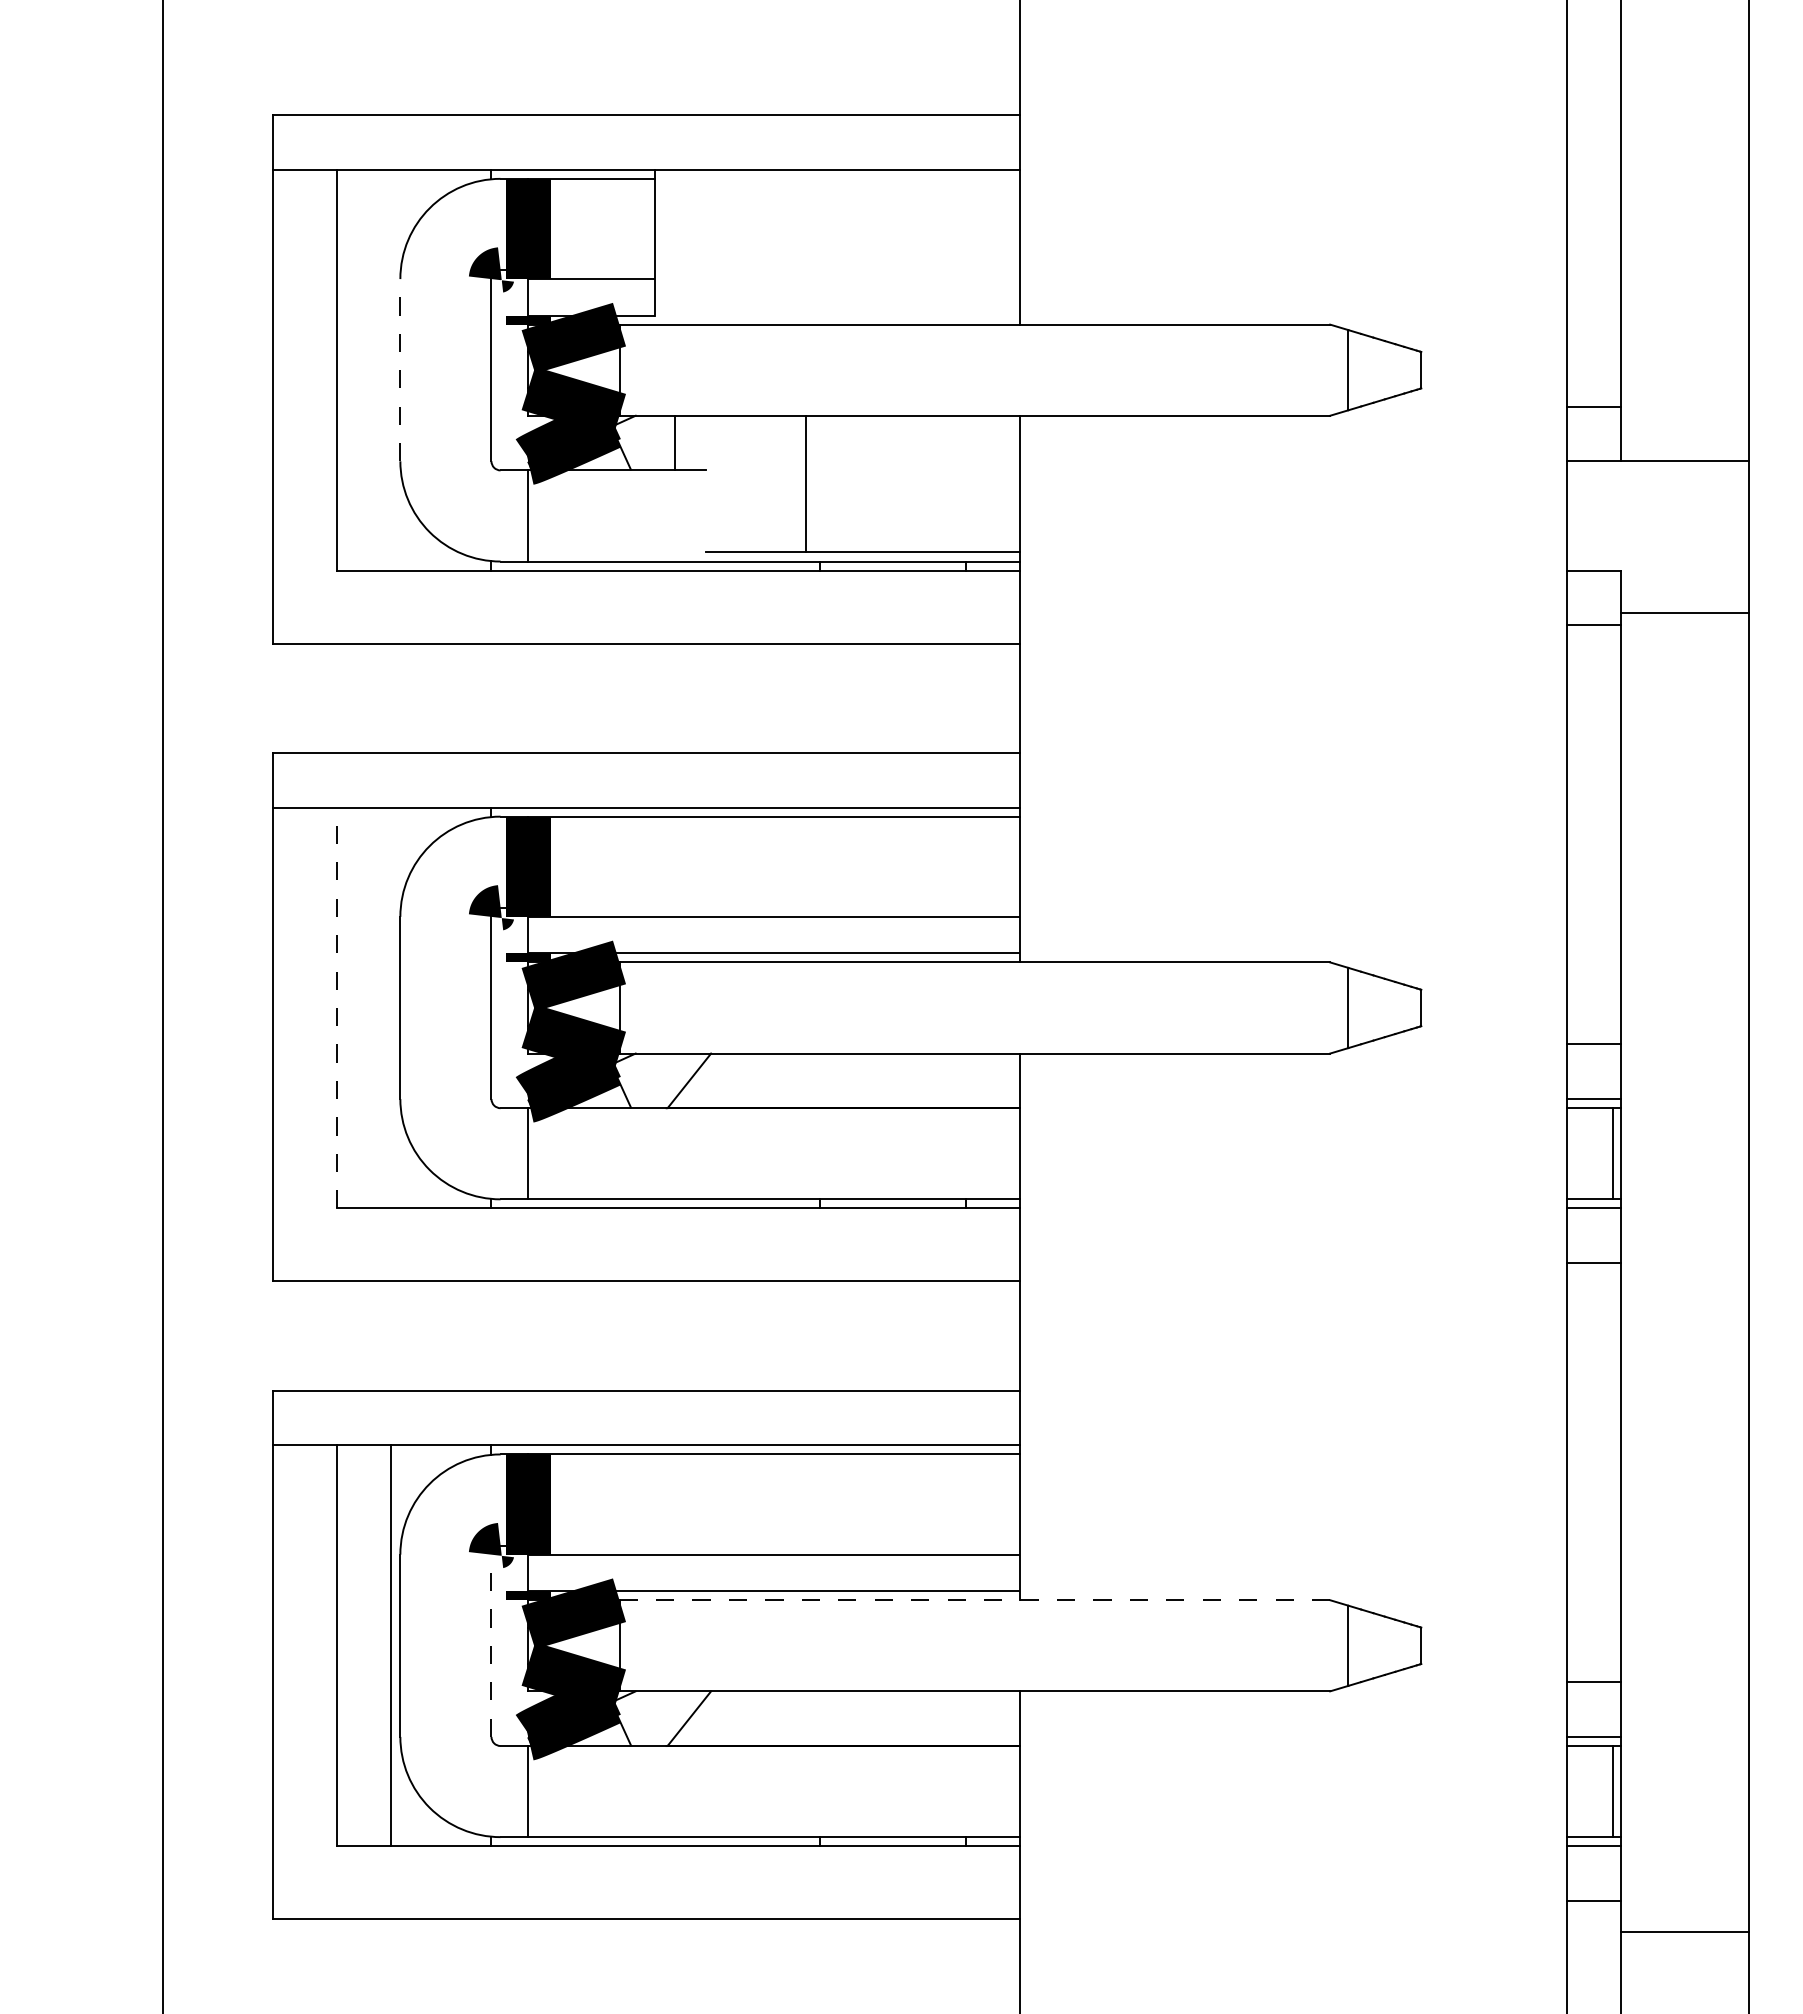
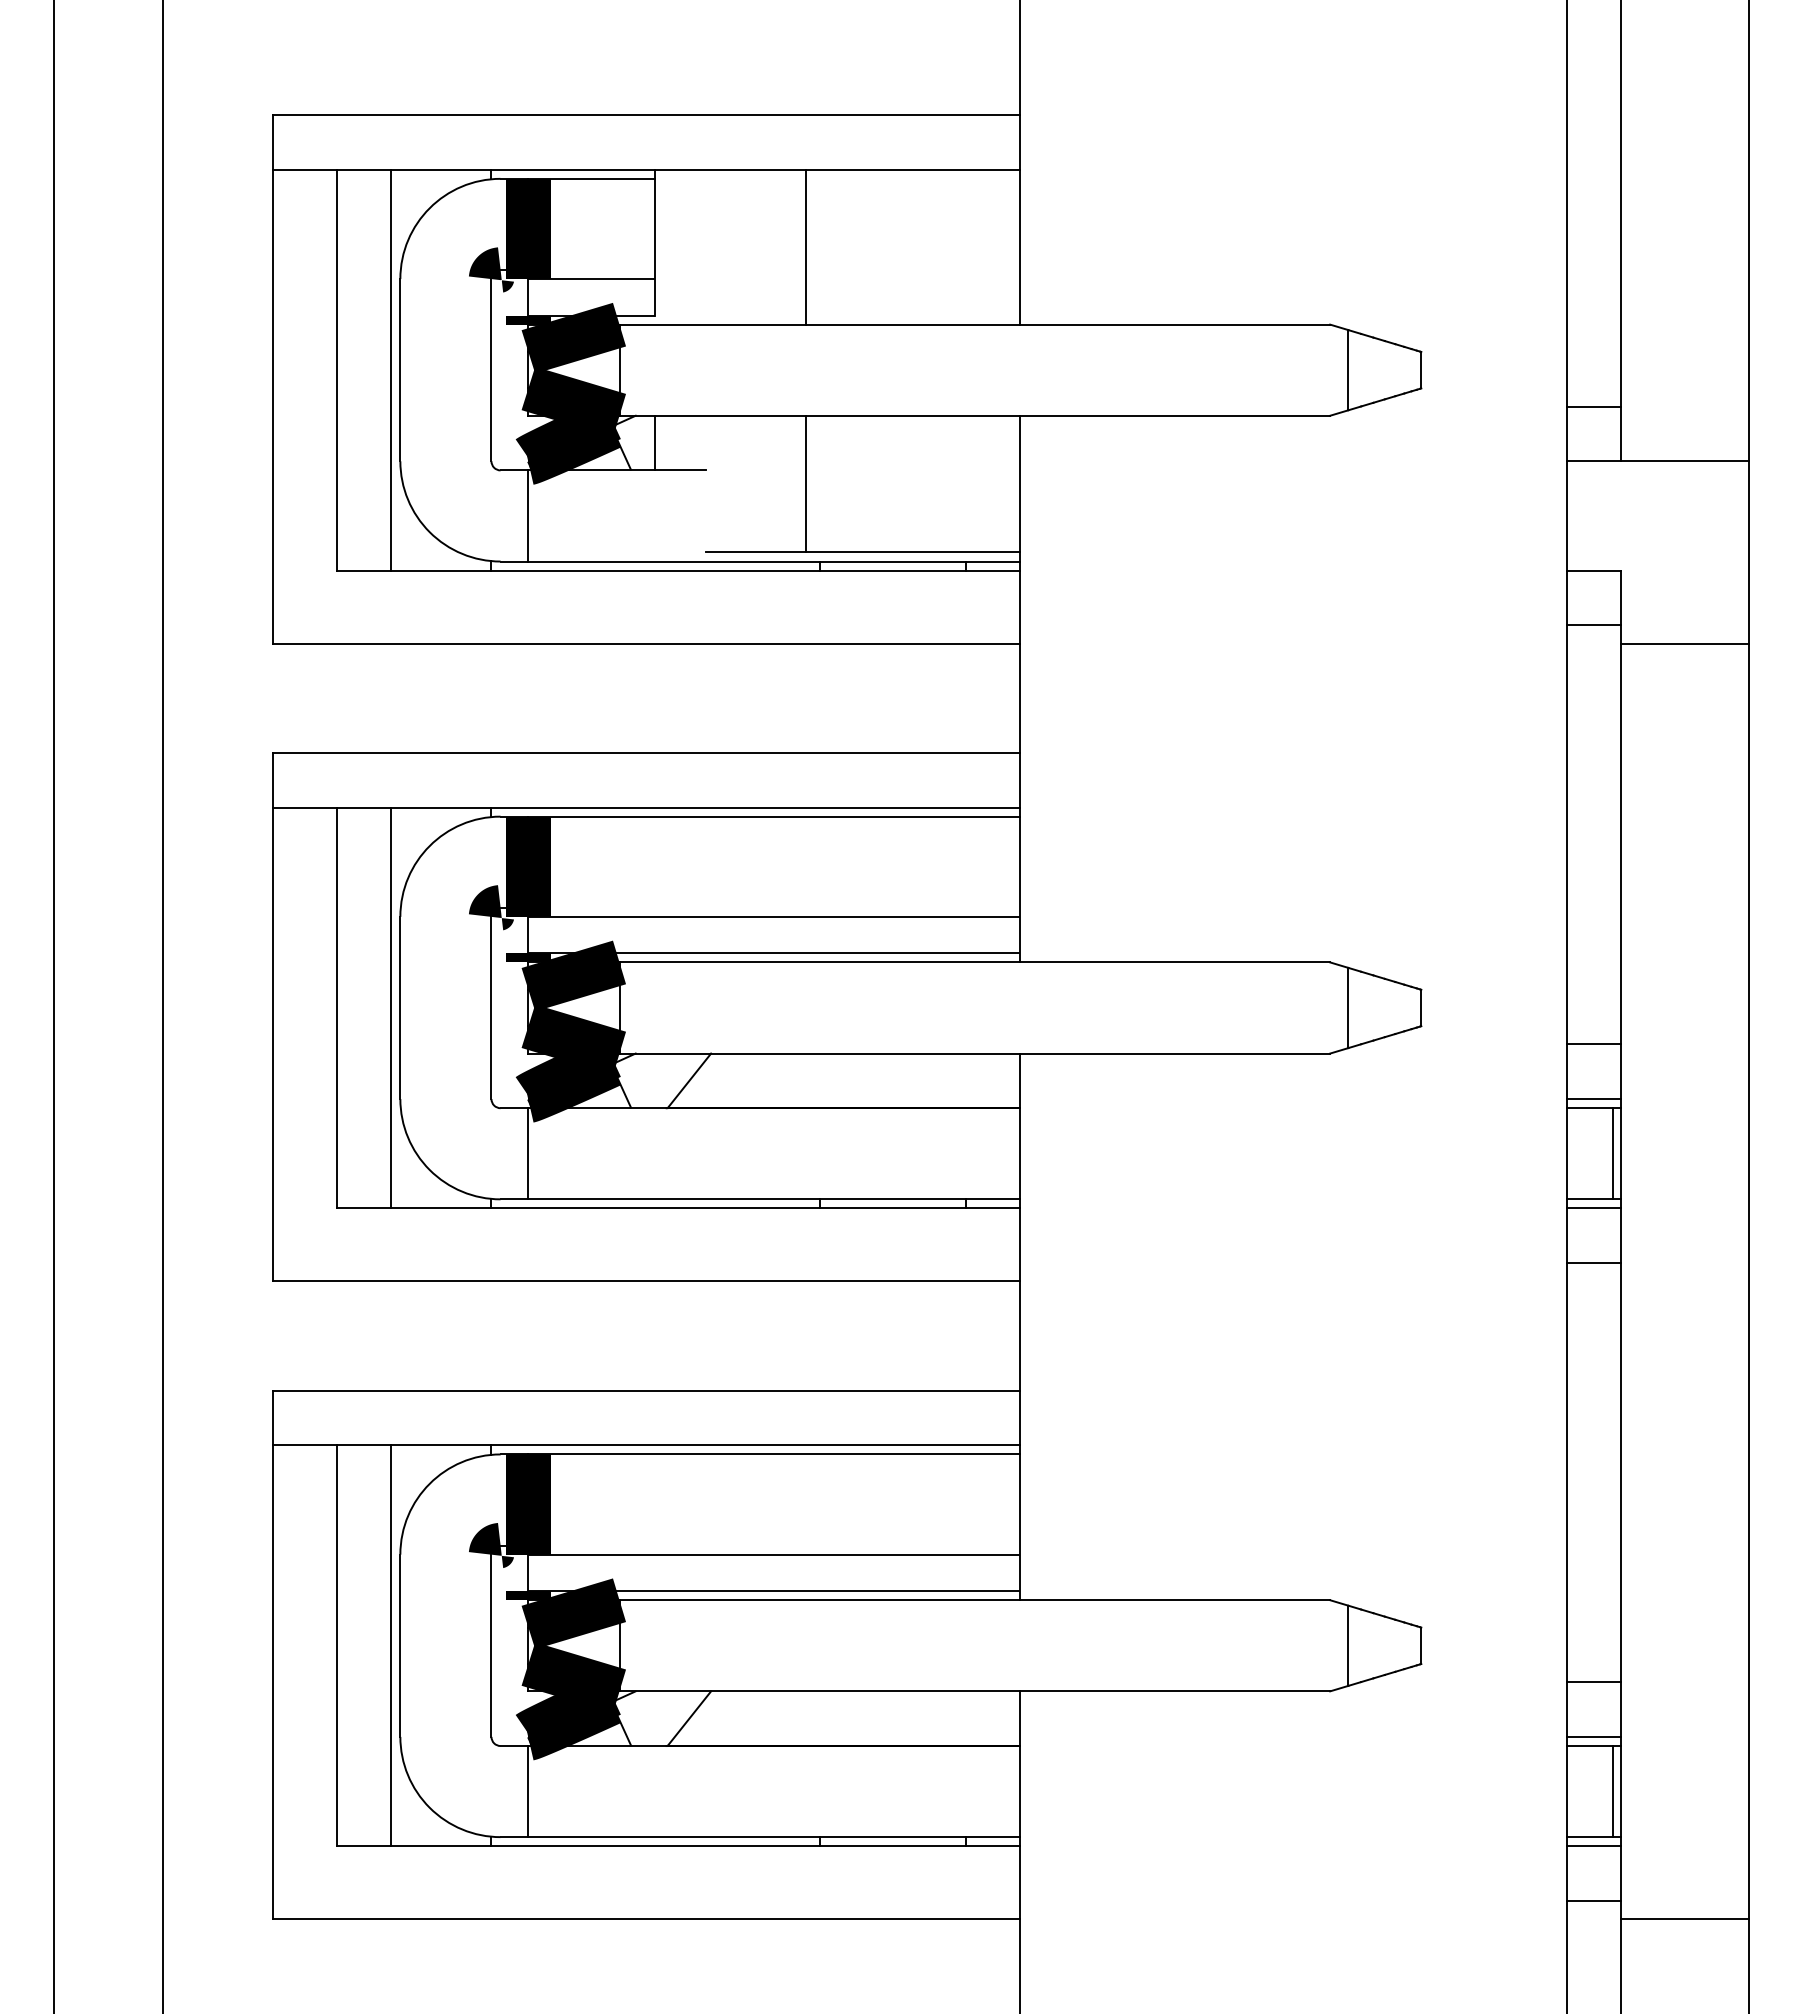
line at (805, 246): none -> present
line at (391, 369): none -> present
line at (400, 369): dashed -> solid
line at (675, 442) position: (675, 442) -> (655, 442)
line at (1684, 612) position: (1684, 612) -> (1684, 643)
line at (54, 1006): none -> present
line at (336, 1007): dashed -> solid
line at (391, 1007): none -> present
line at (975, 1600): dashed -> solid
line at (491, 1645): dashed -> solid
line at (1684, 1932) position: (1684, 1932) -> (1684, 1919)
